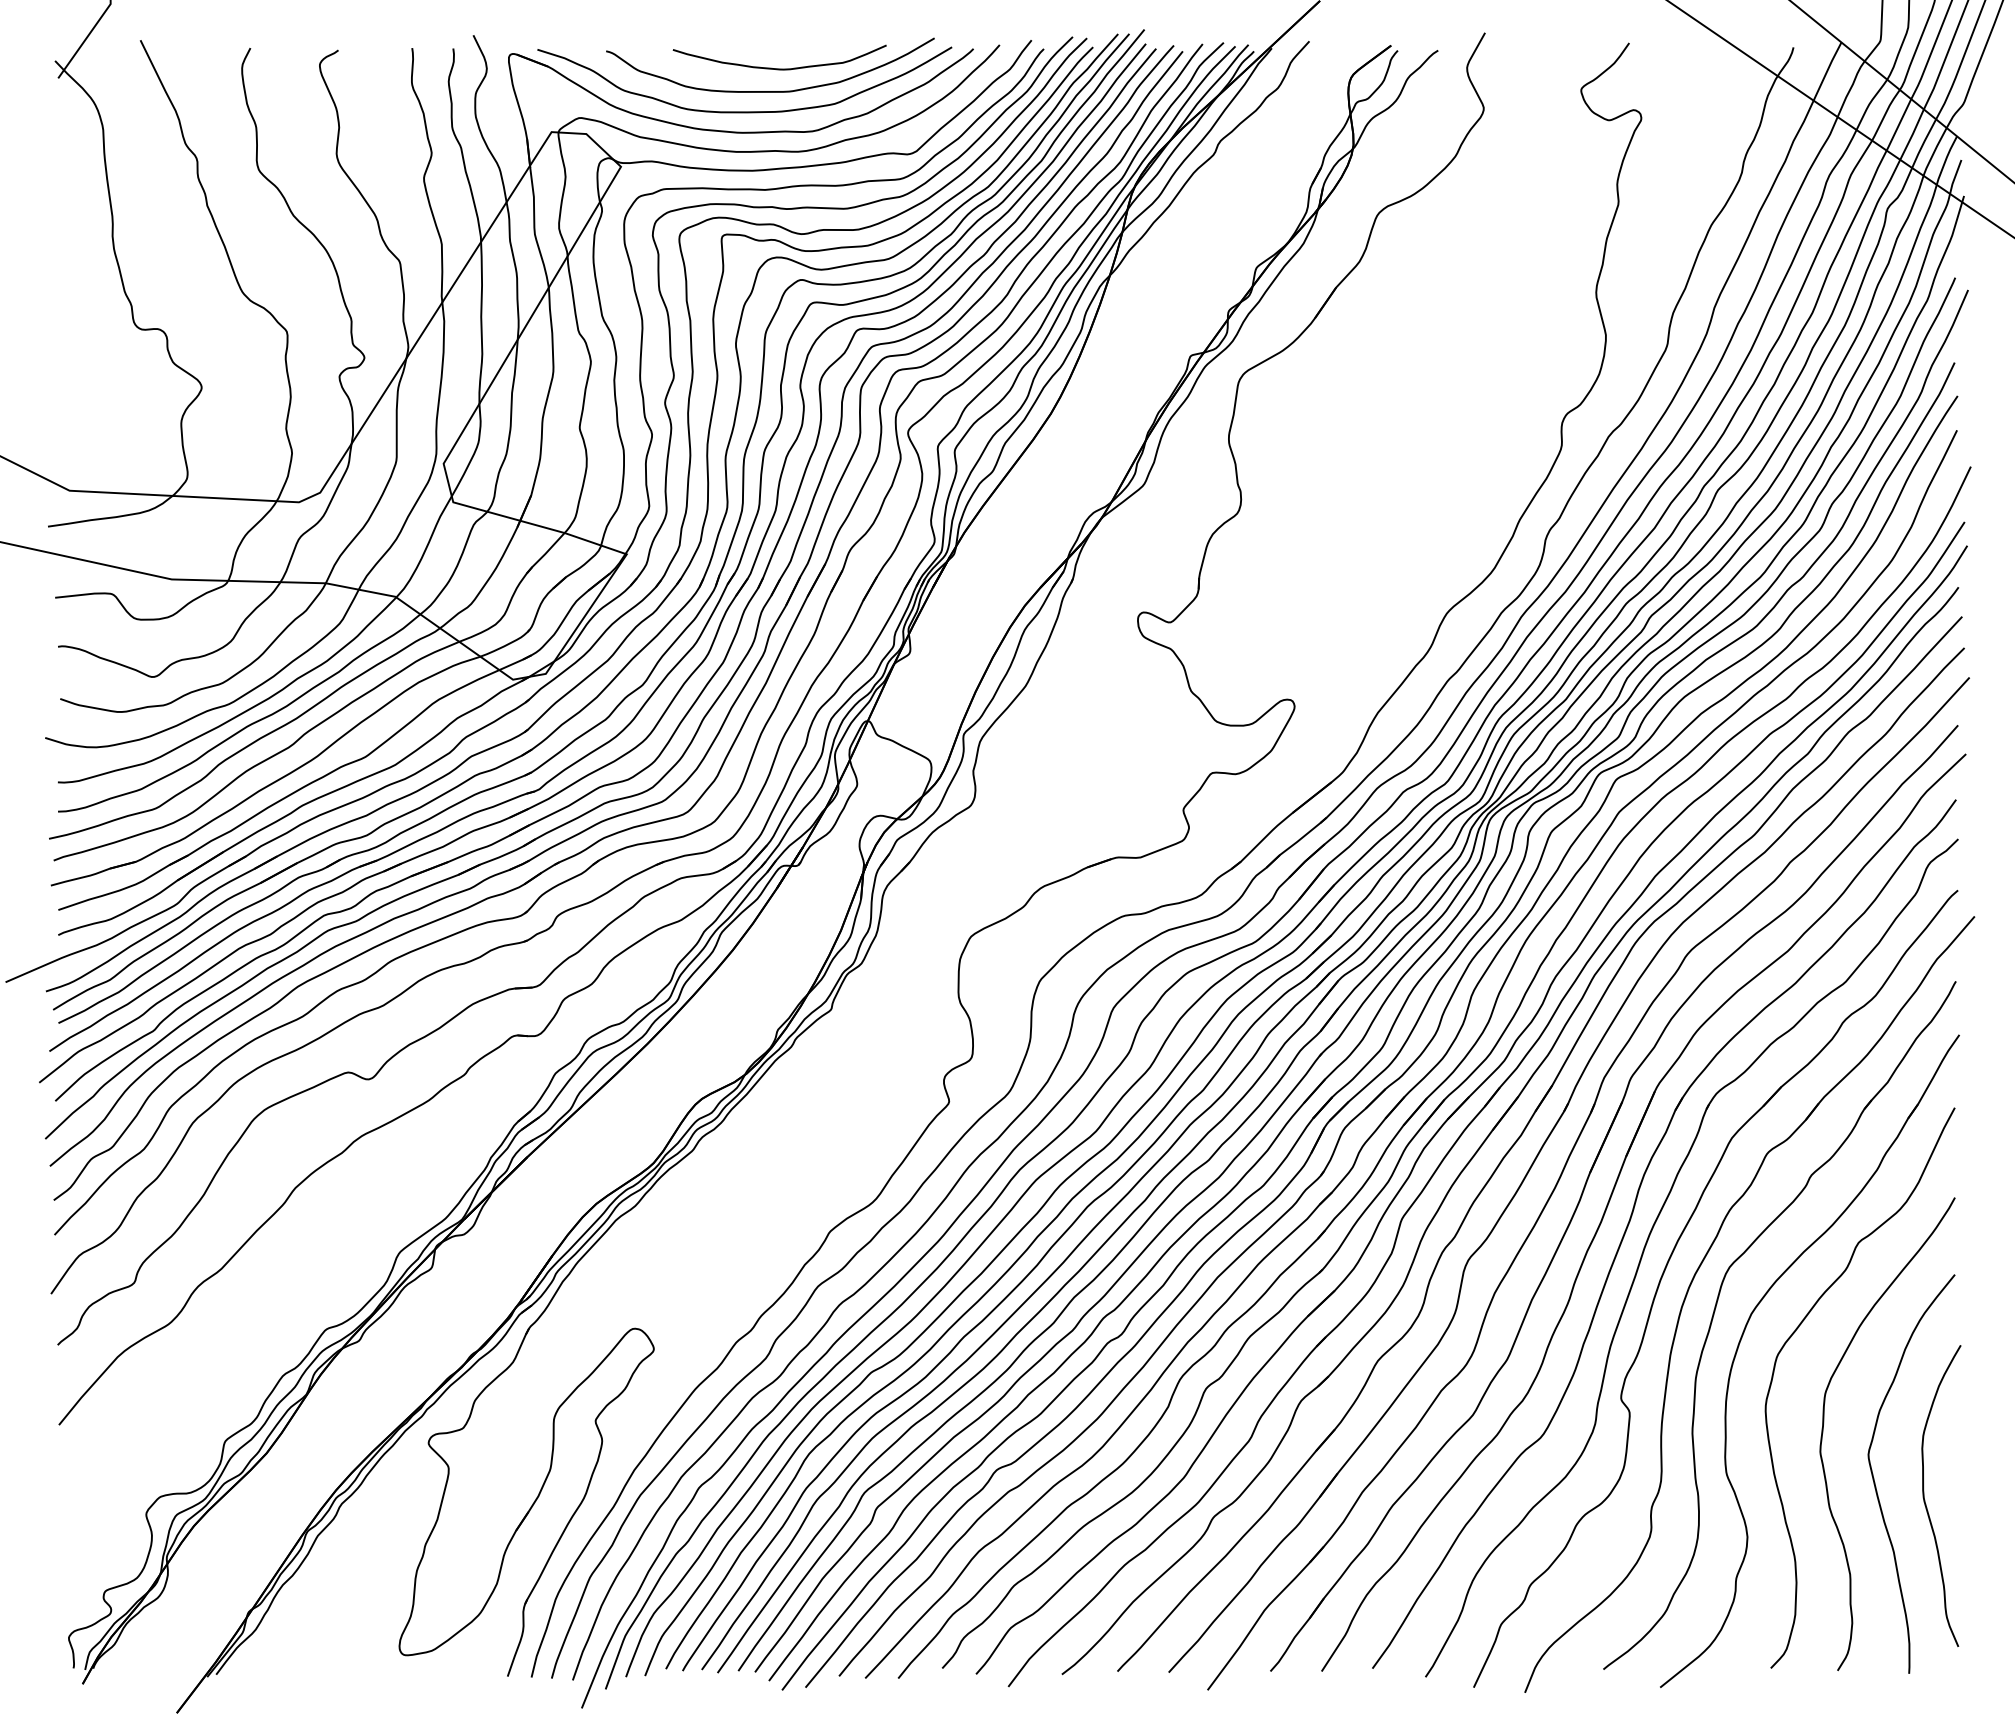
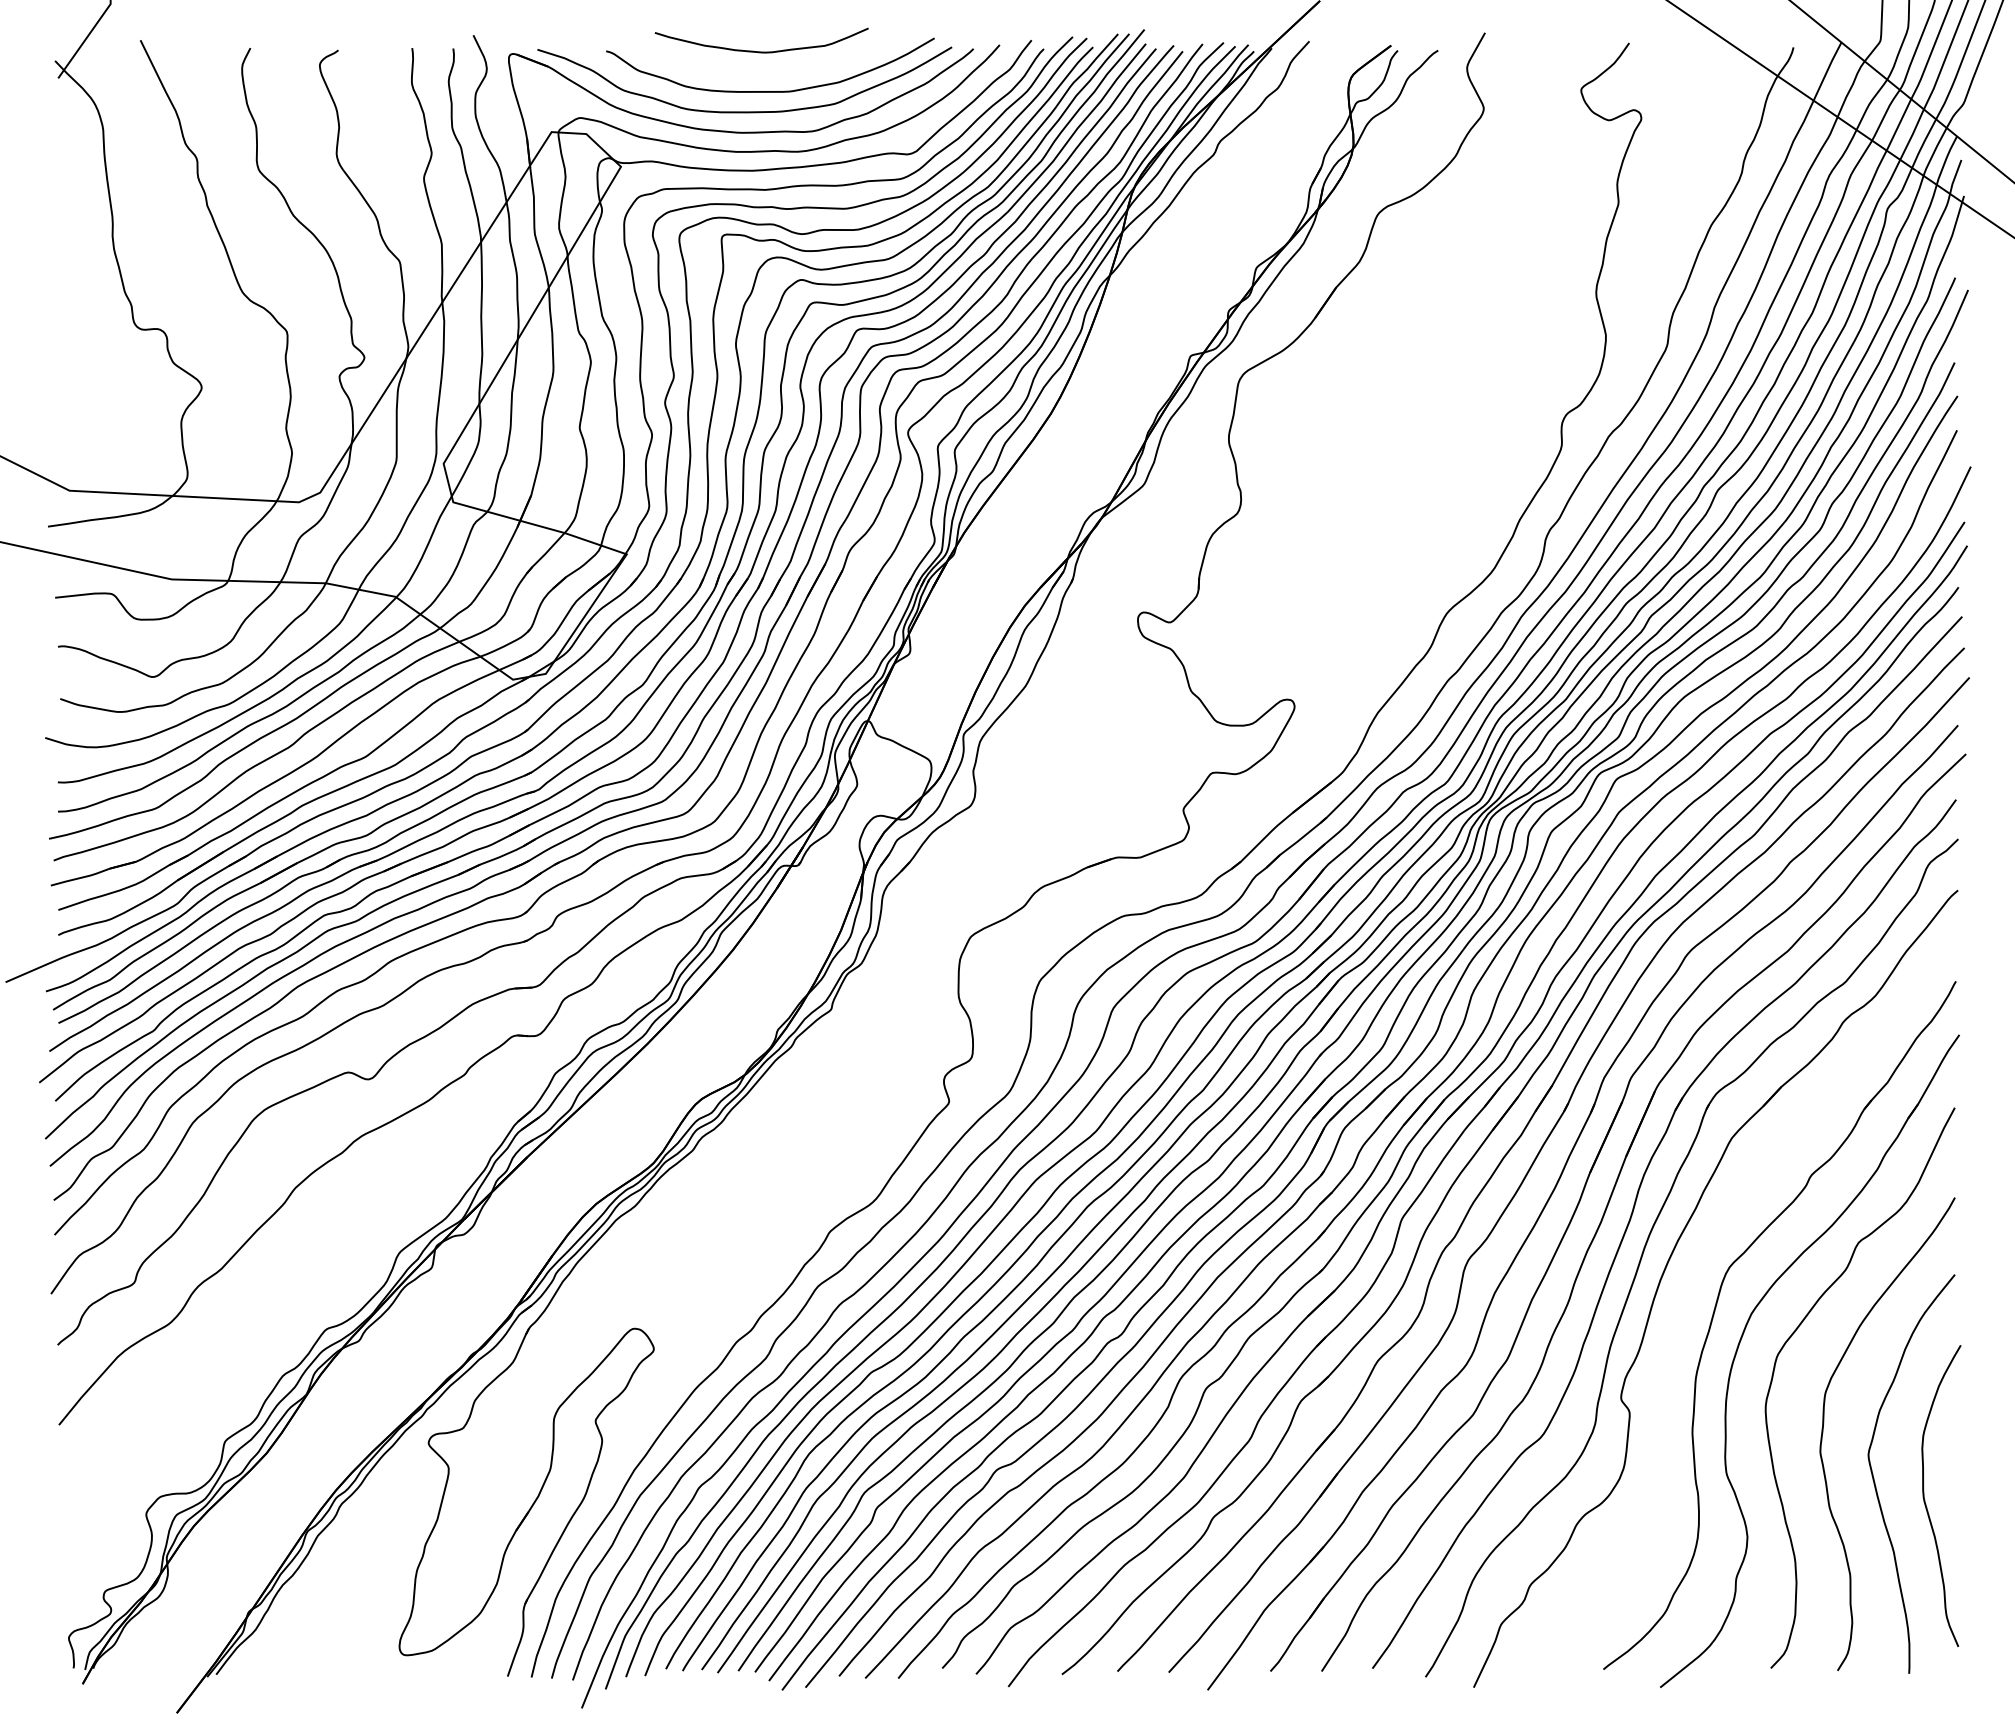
curve at (779, 68) position: (779, 68) -> (761, 51)
part at (1695, 1276): present -> none
